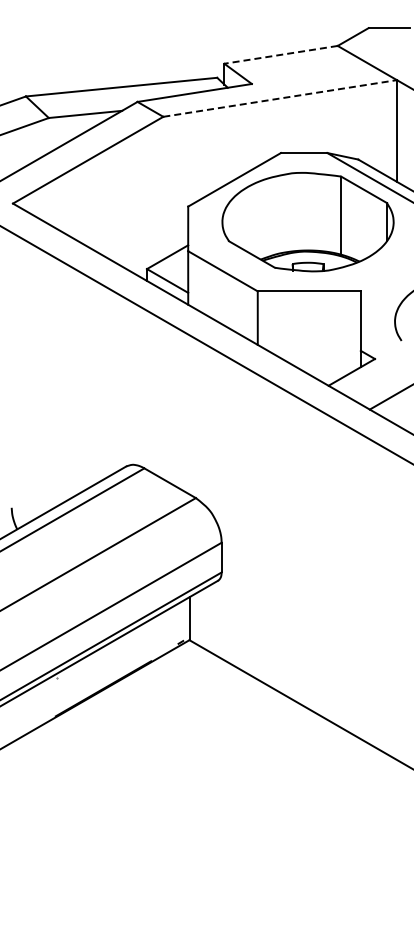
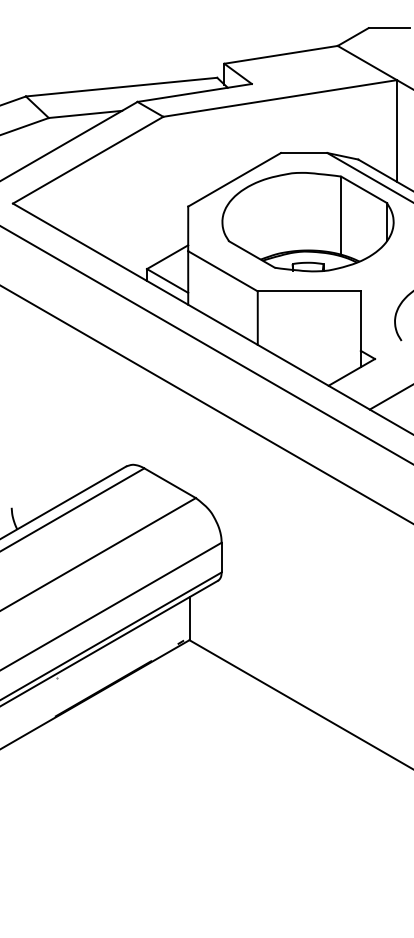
line at (280, 54): dashed -> solid
line at (280, 98): dashed -> solid
line at (206, 404): none -> present
